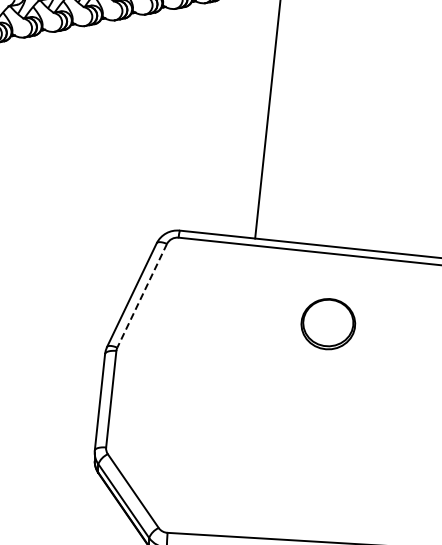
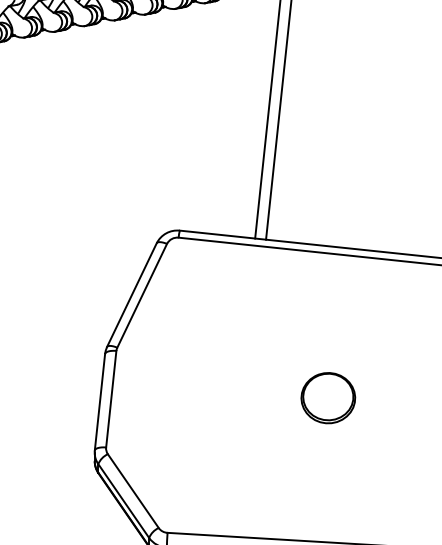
line at (278, 120): none -> present
line at (142, 295): dashed -> solid
part at (328, 324) position: (328, 324) -> (328, 398)
